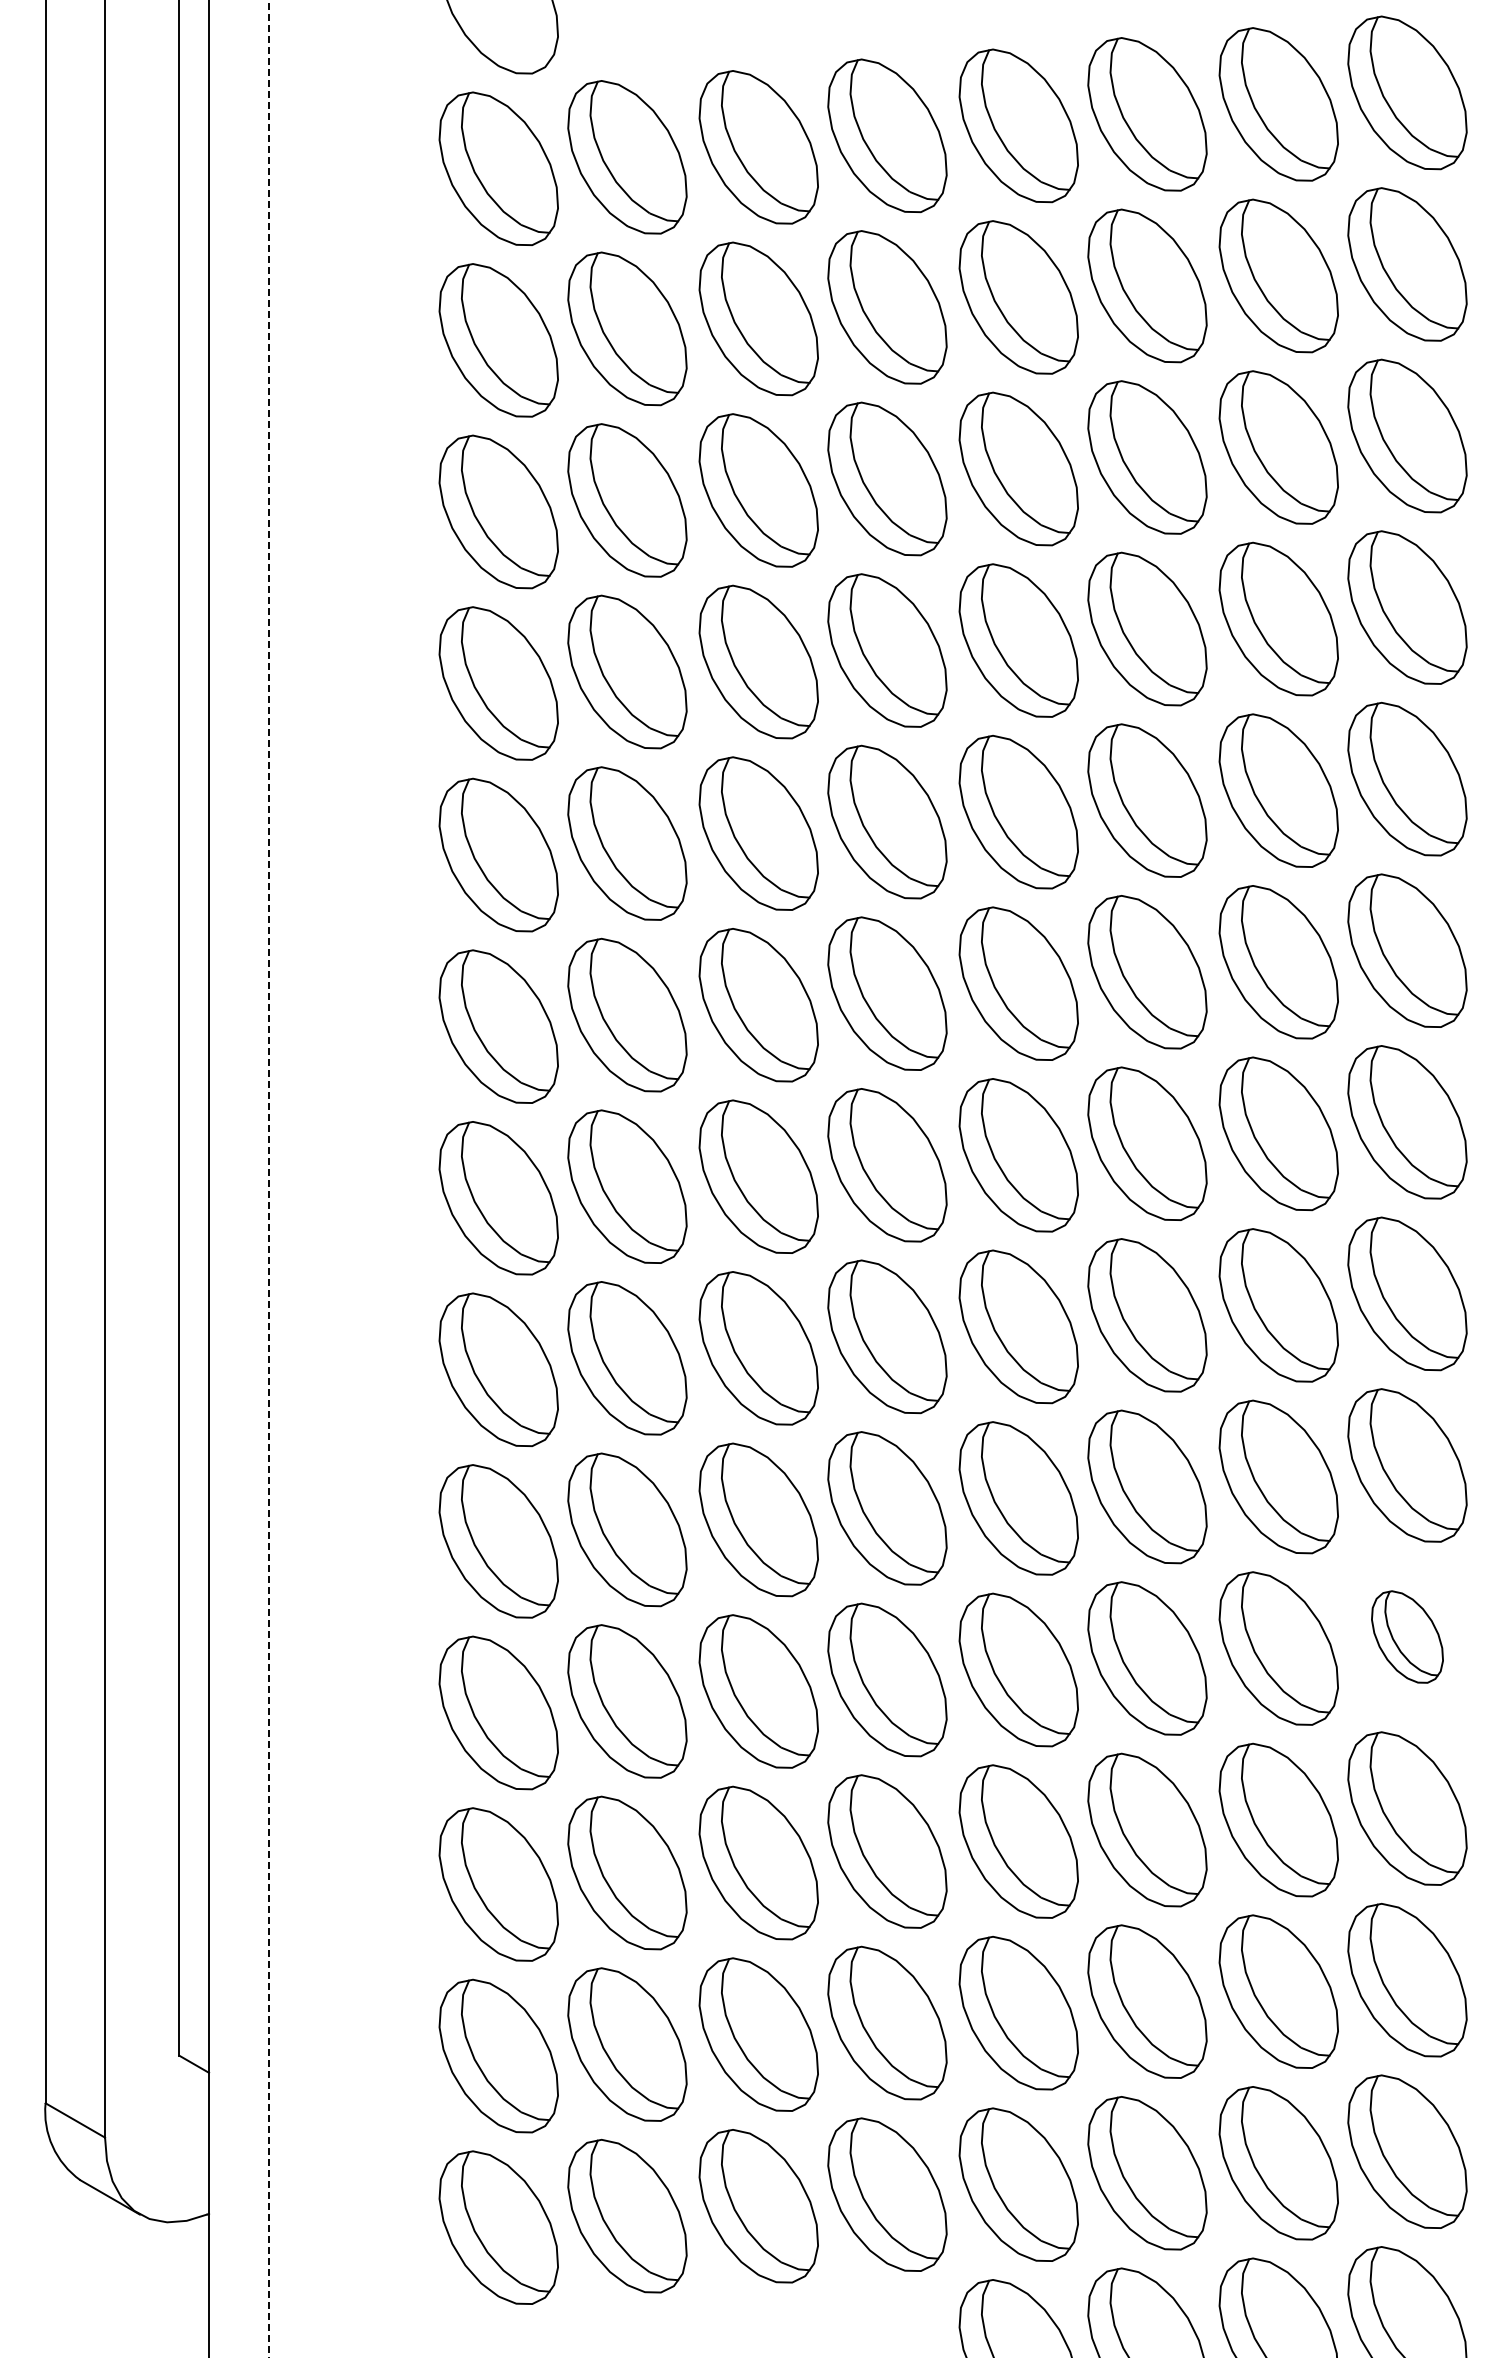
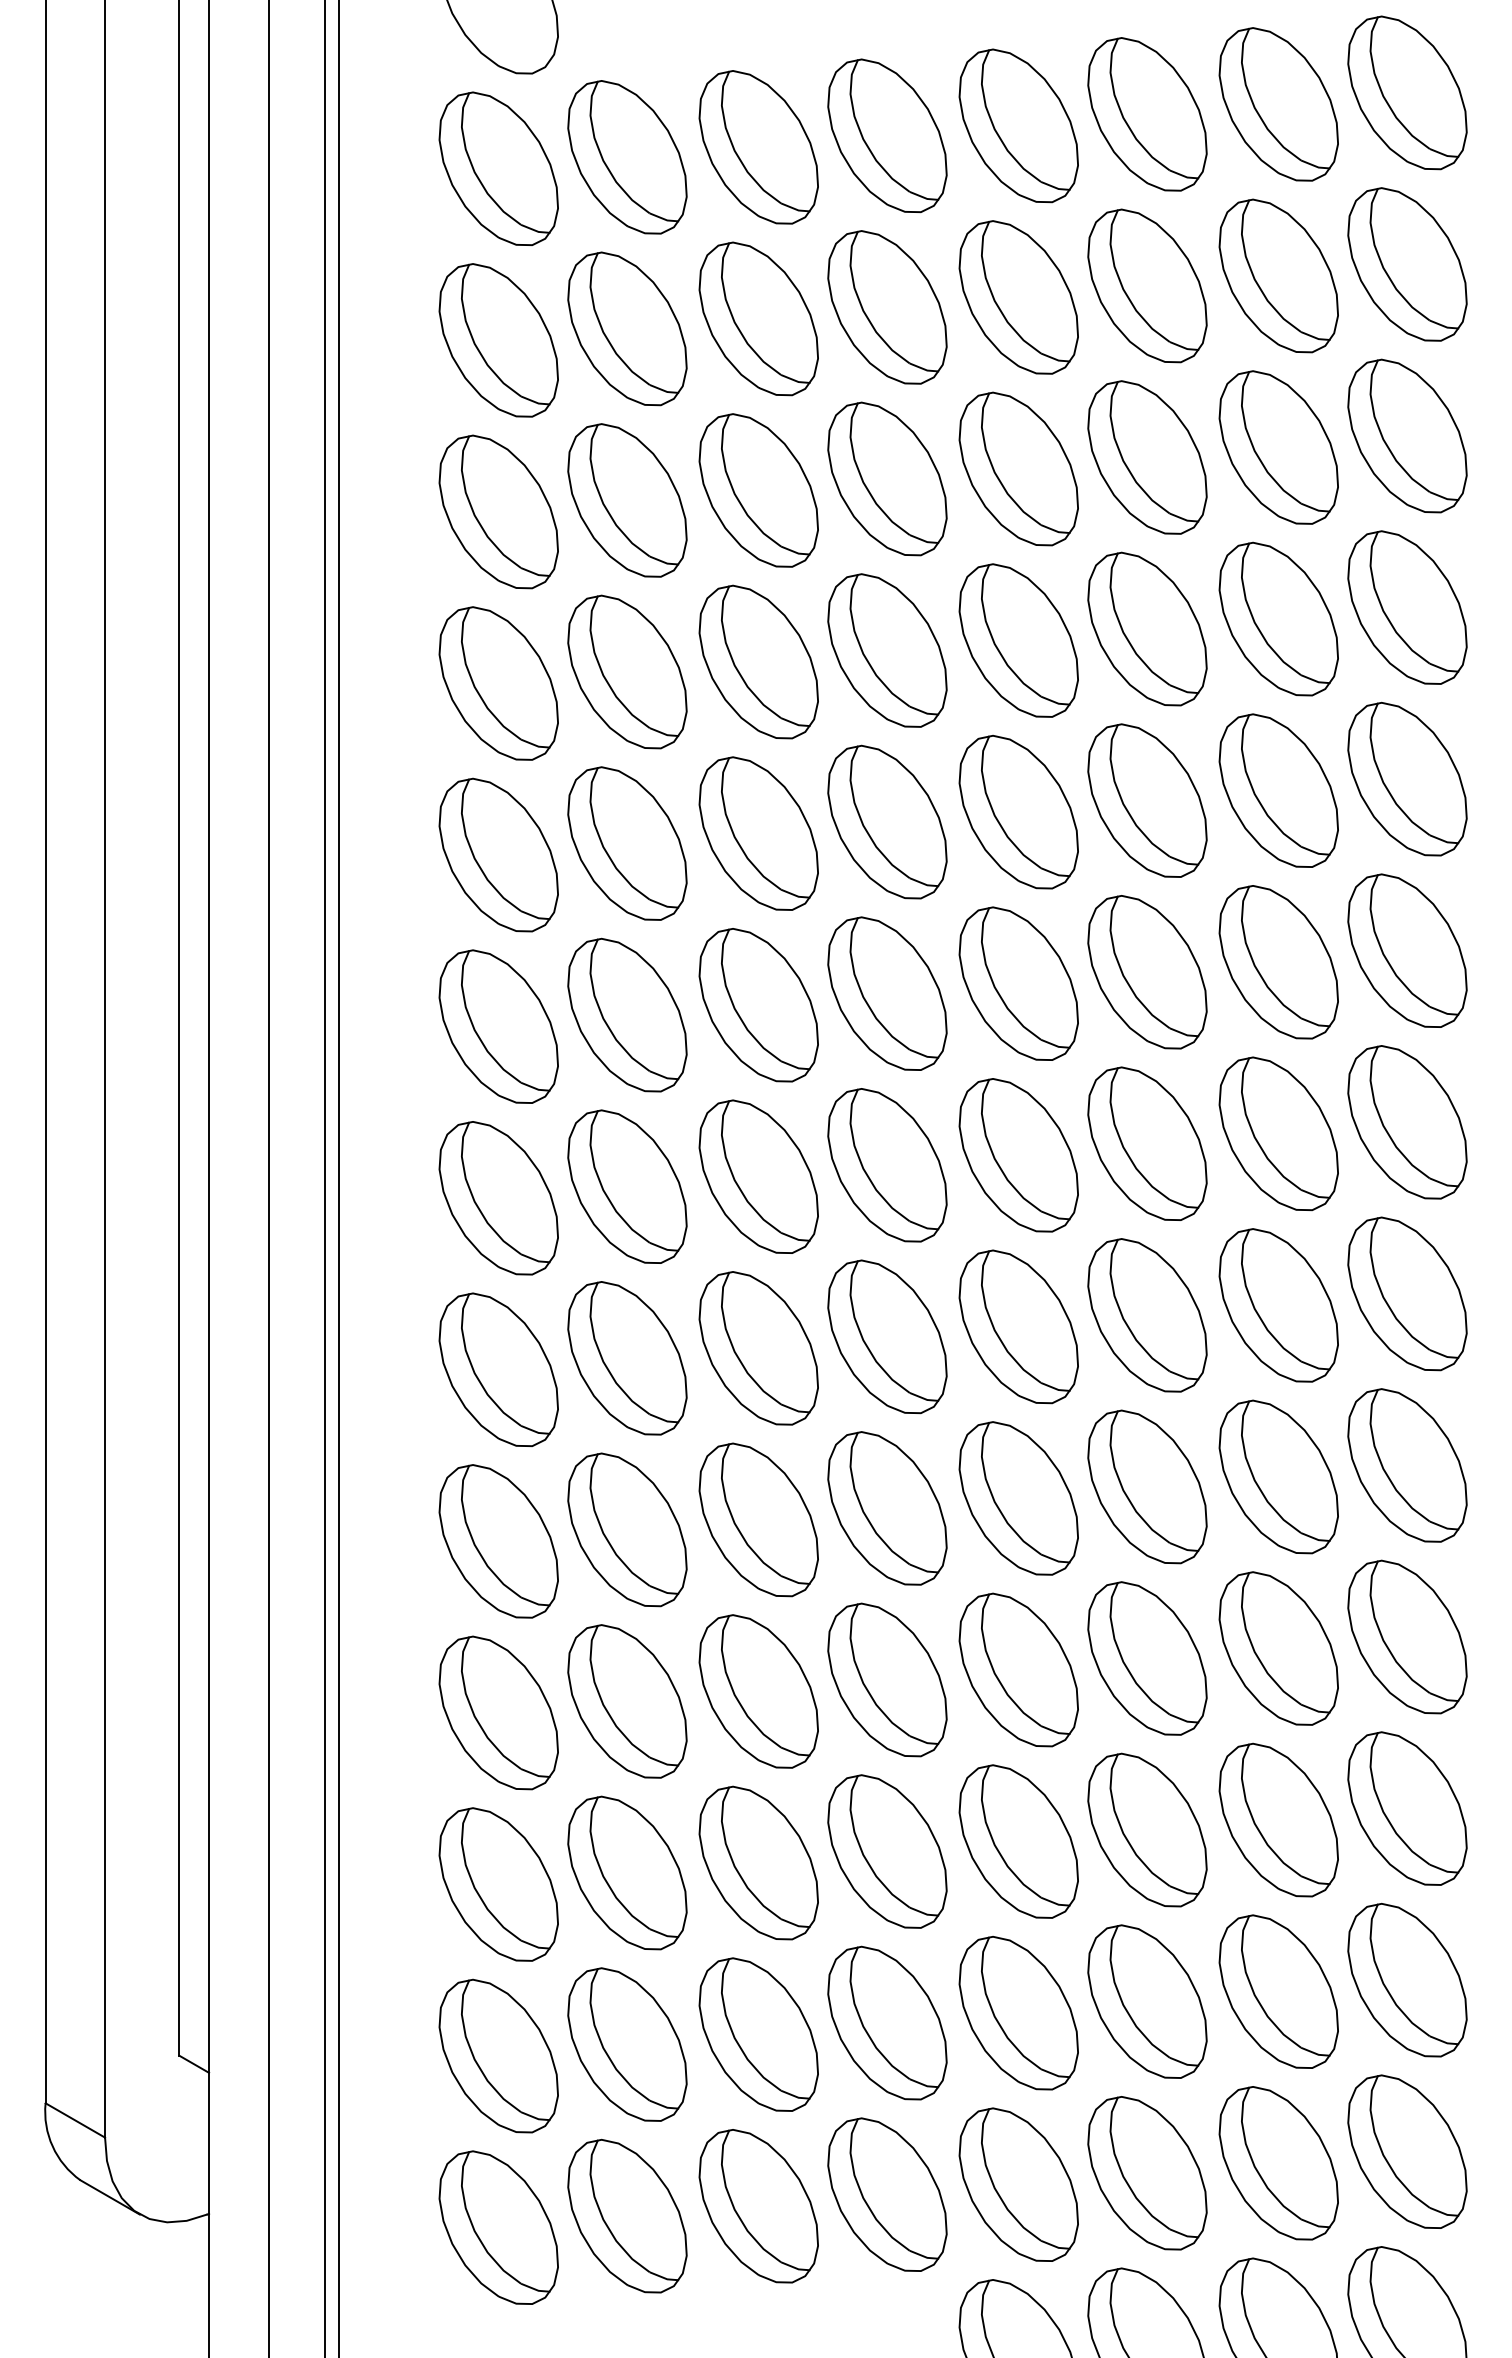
line at (325, 1178): none -> present
line at (338, 1178): none -> present
line at (268, 1179): dashed -> solid
part at (1407, 1636) size: 73x94 px -> 121x156 px
